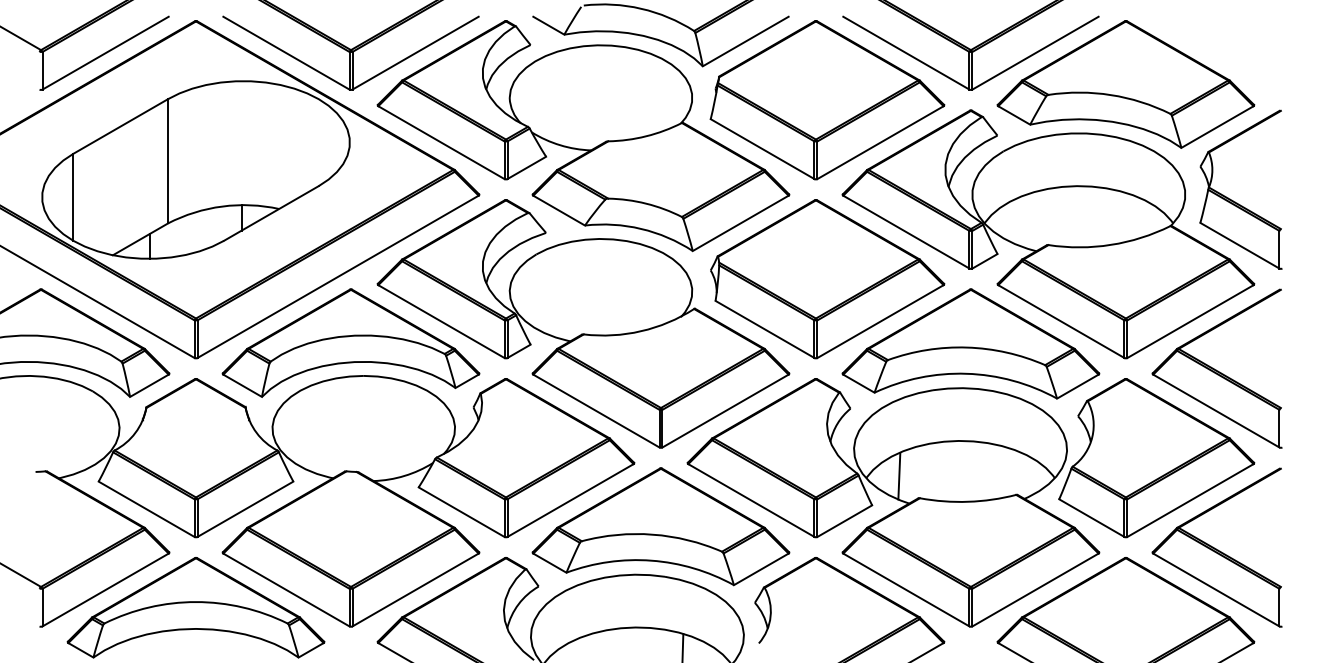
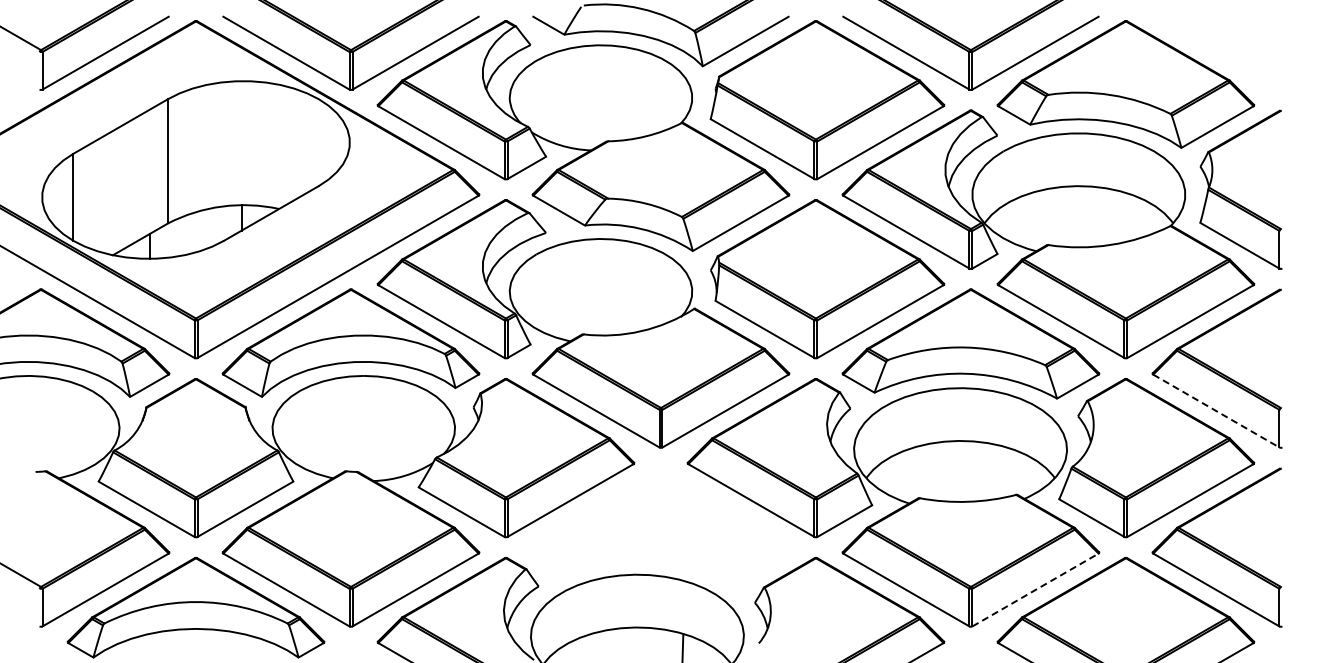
line at (1216, 411): solid -> dashed
line at (899, 476): present -> none
part at (660, 526): present -> none
line at (1035, 590): solid -> dashed
